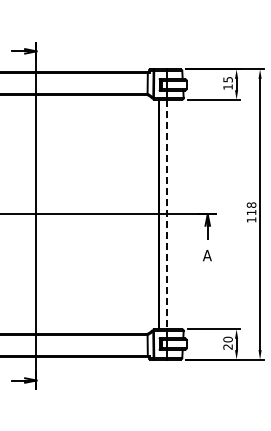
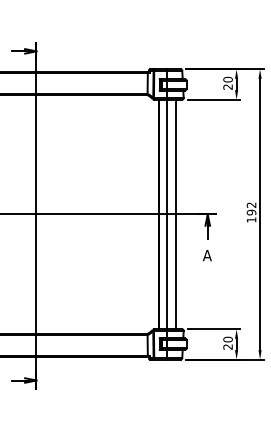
text at (227, 82): 15 -> 20
text at (251, 208): 118 -> 192
line at (167, 214): dashed -> solid
line at (176, 214): none -> present
